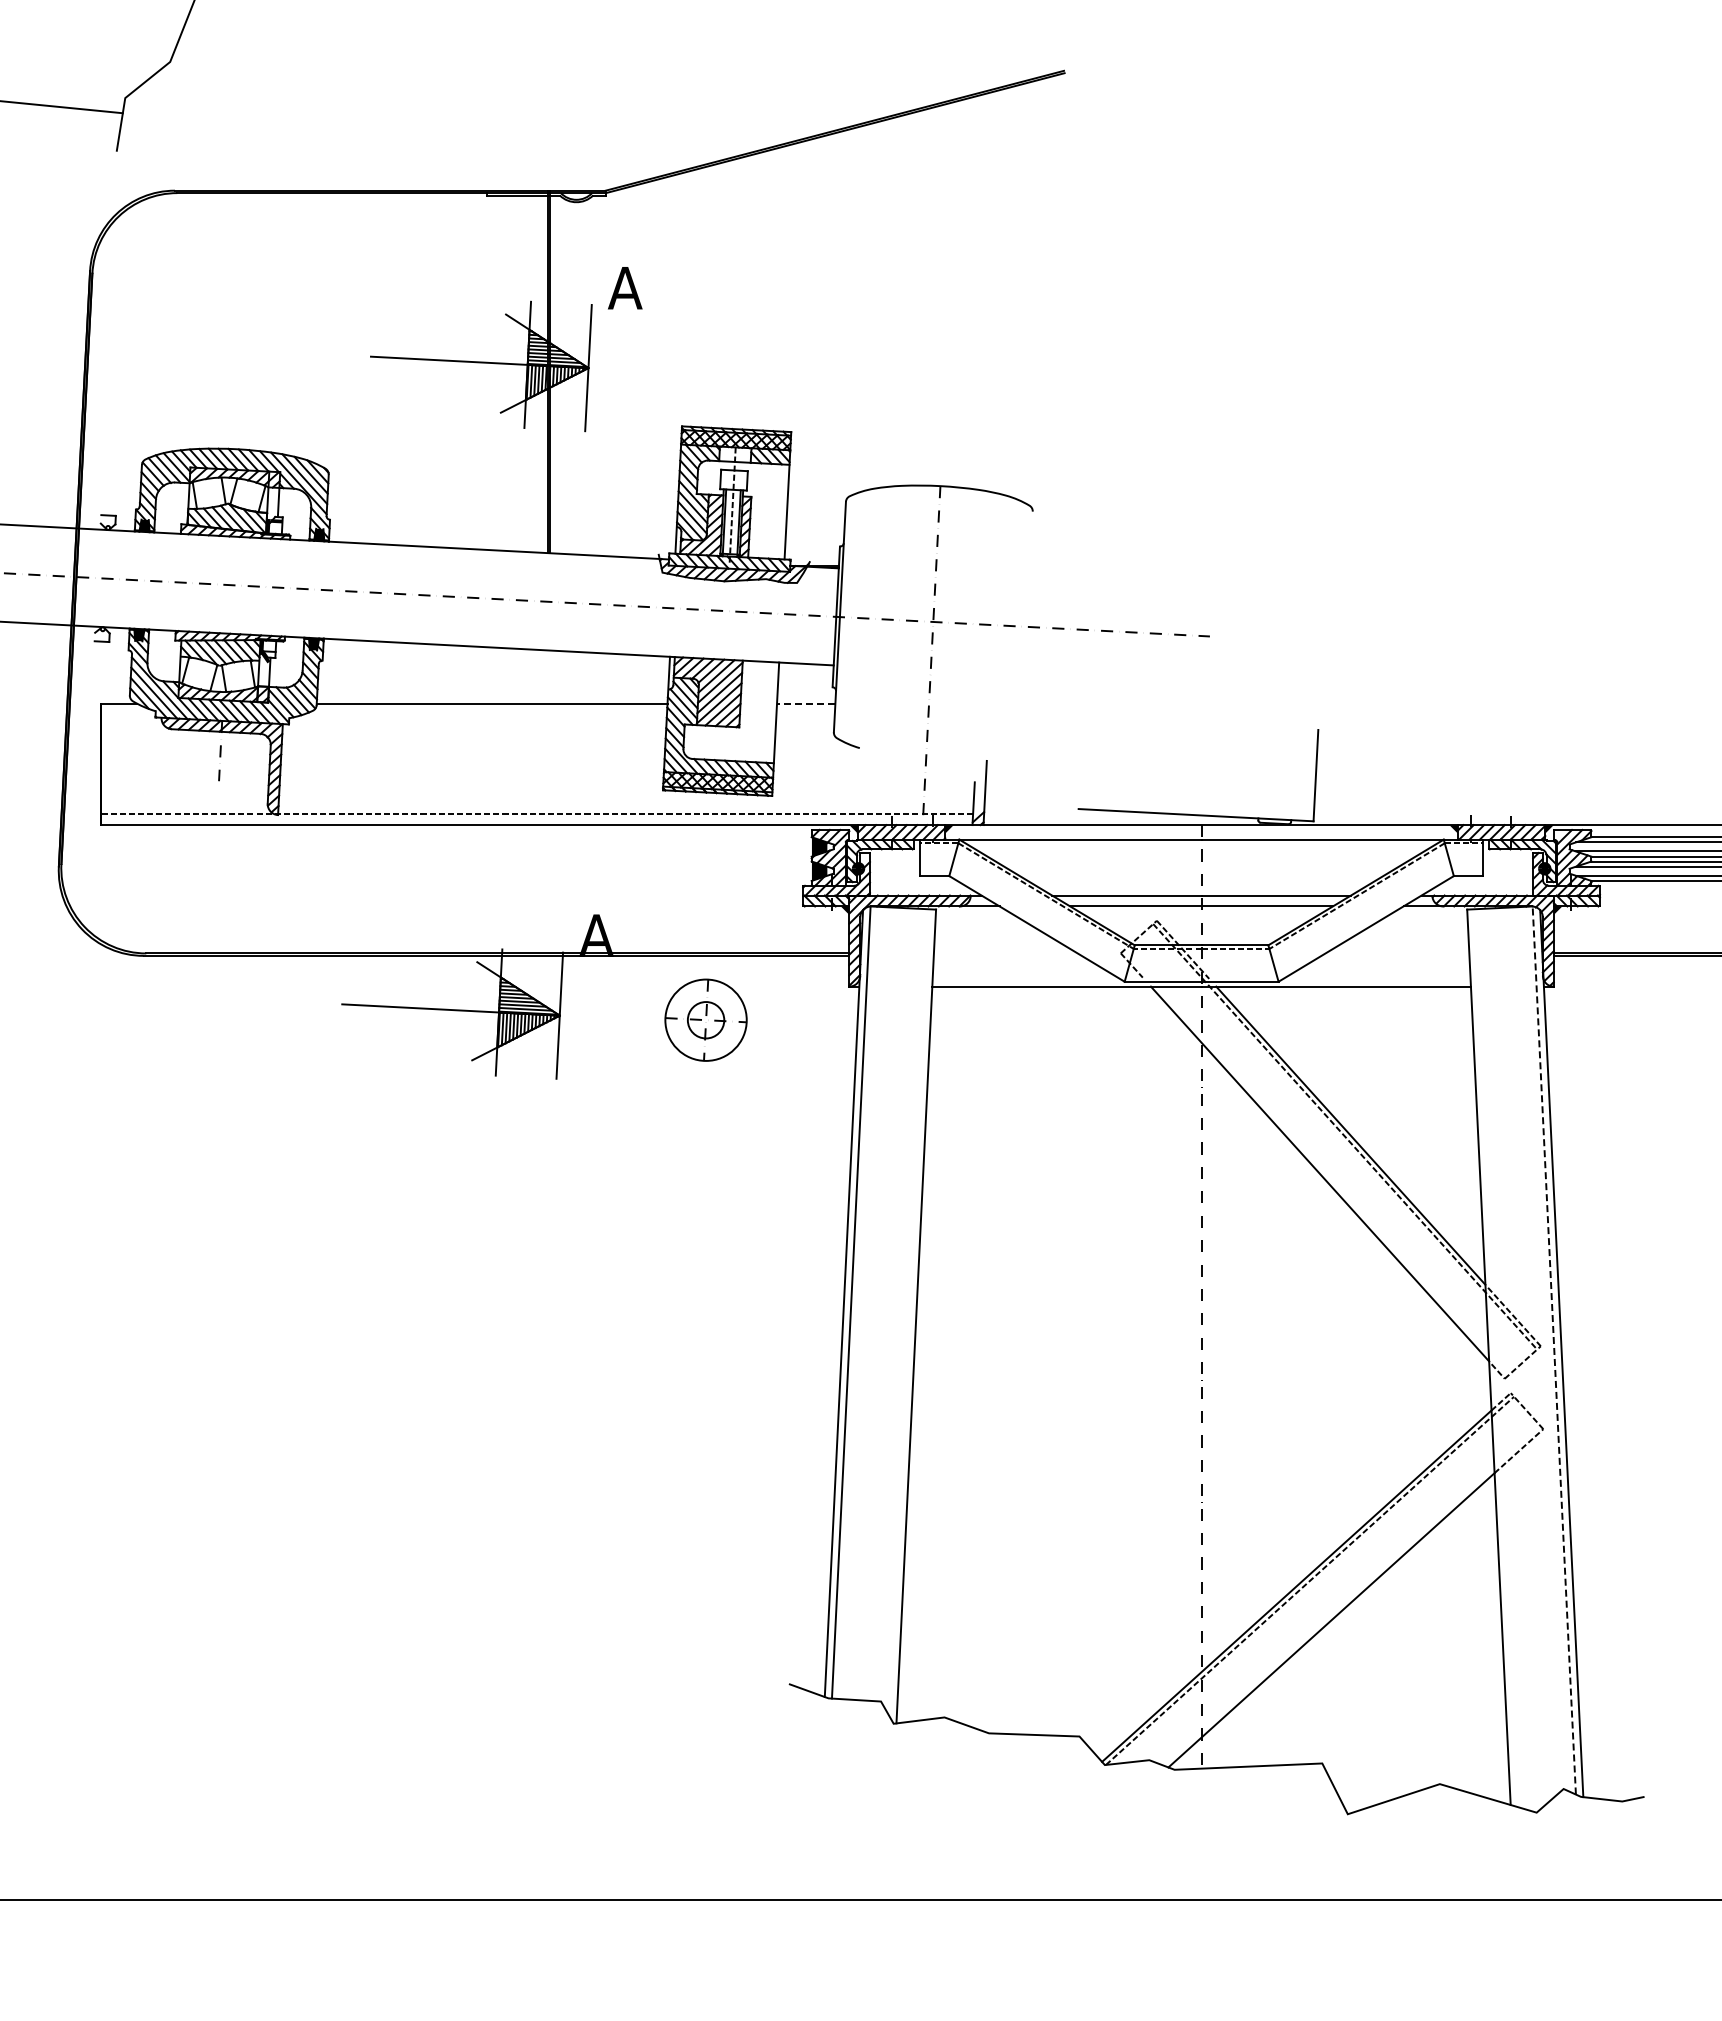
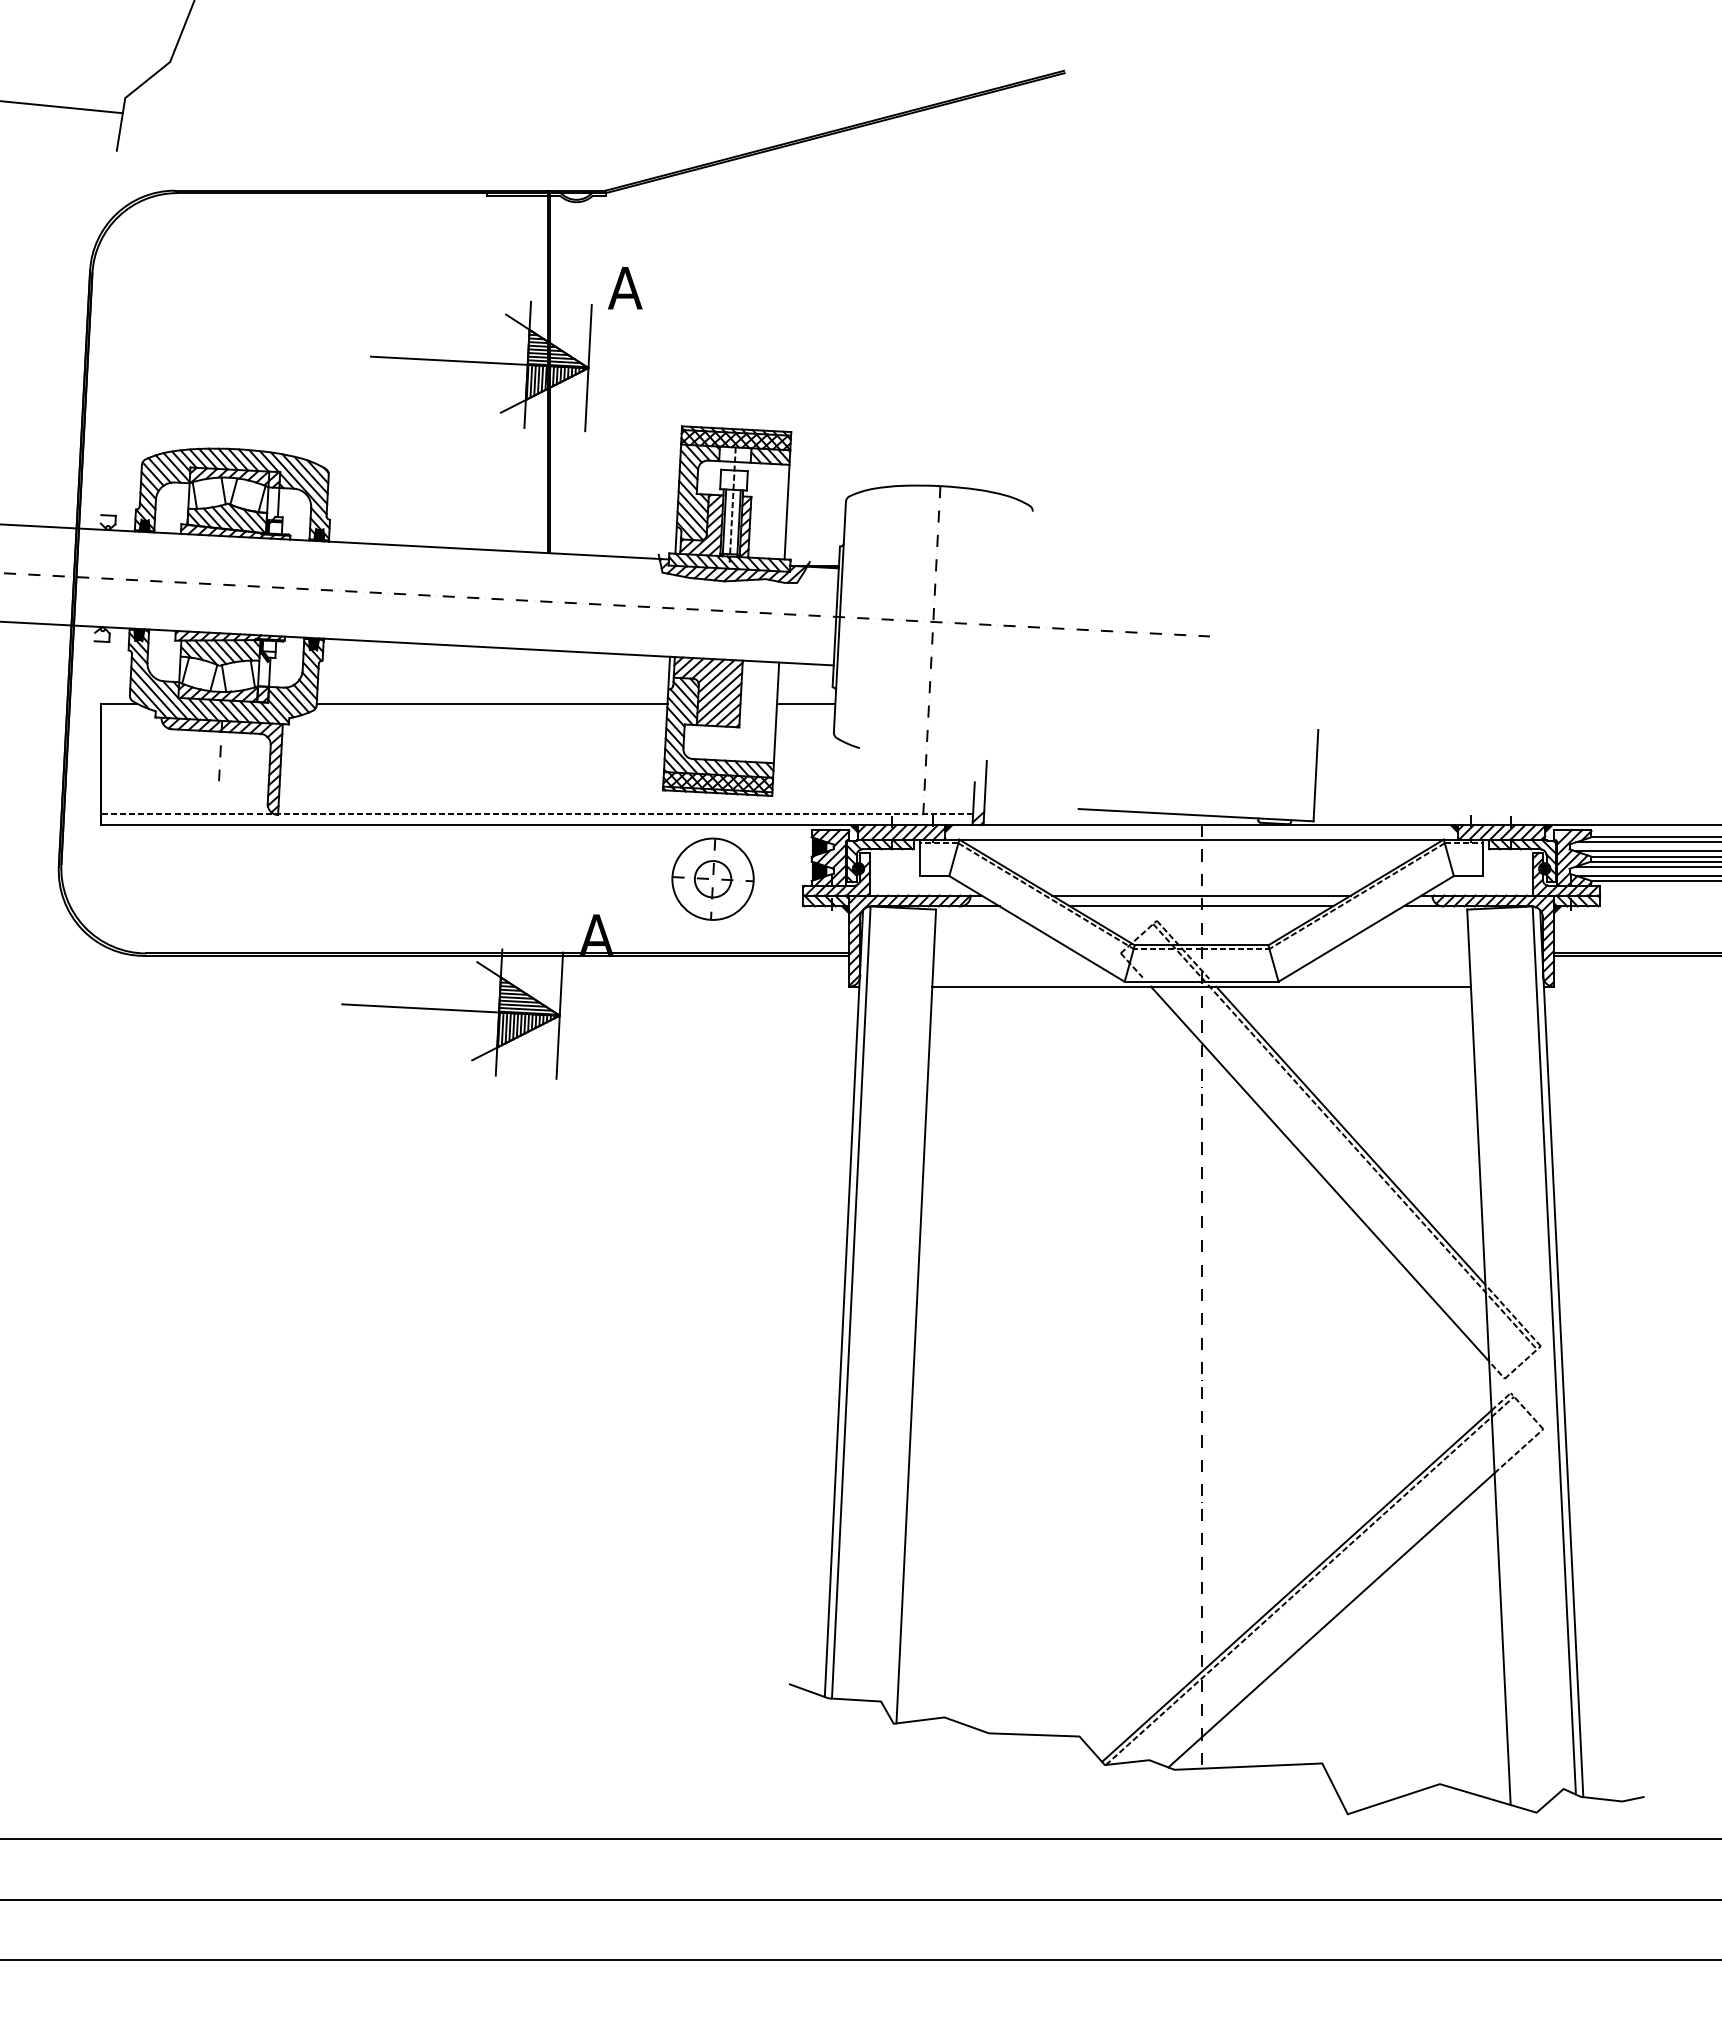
line at (805, 703): dashed -> solid
part at (705, 1019) position: (705, 1019) -> (712, 878)
line at (1554, 1350): dashed -> solid
line at (860, 1838): none -> present
line at (860, 1960): none -> present
